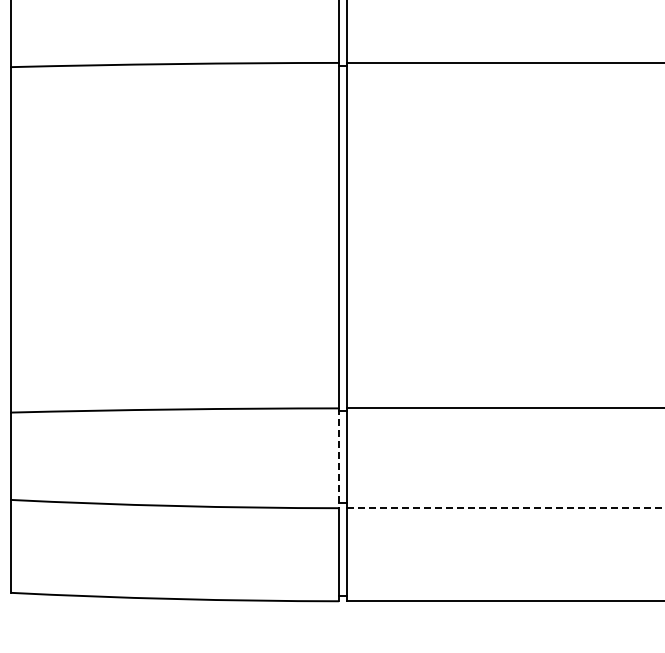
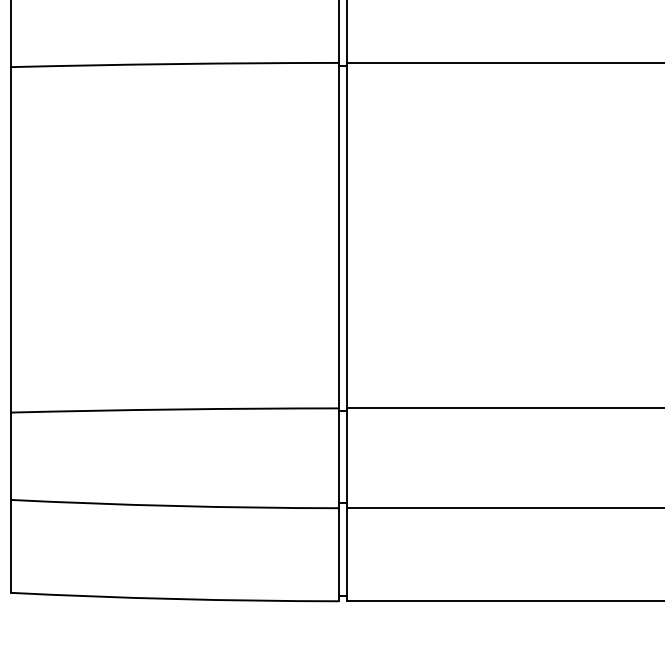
line at (338, 458): dashed -> solid
line at (506, 508): dashed -> solid
